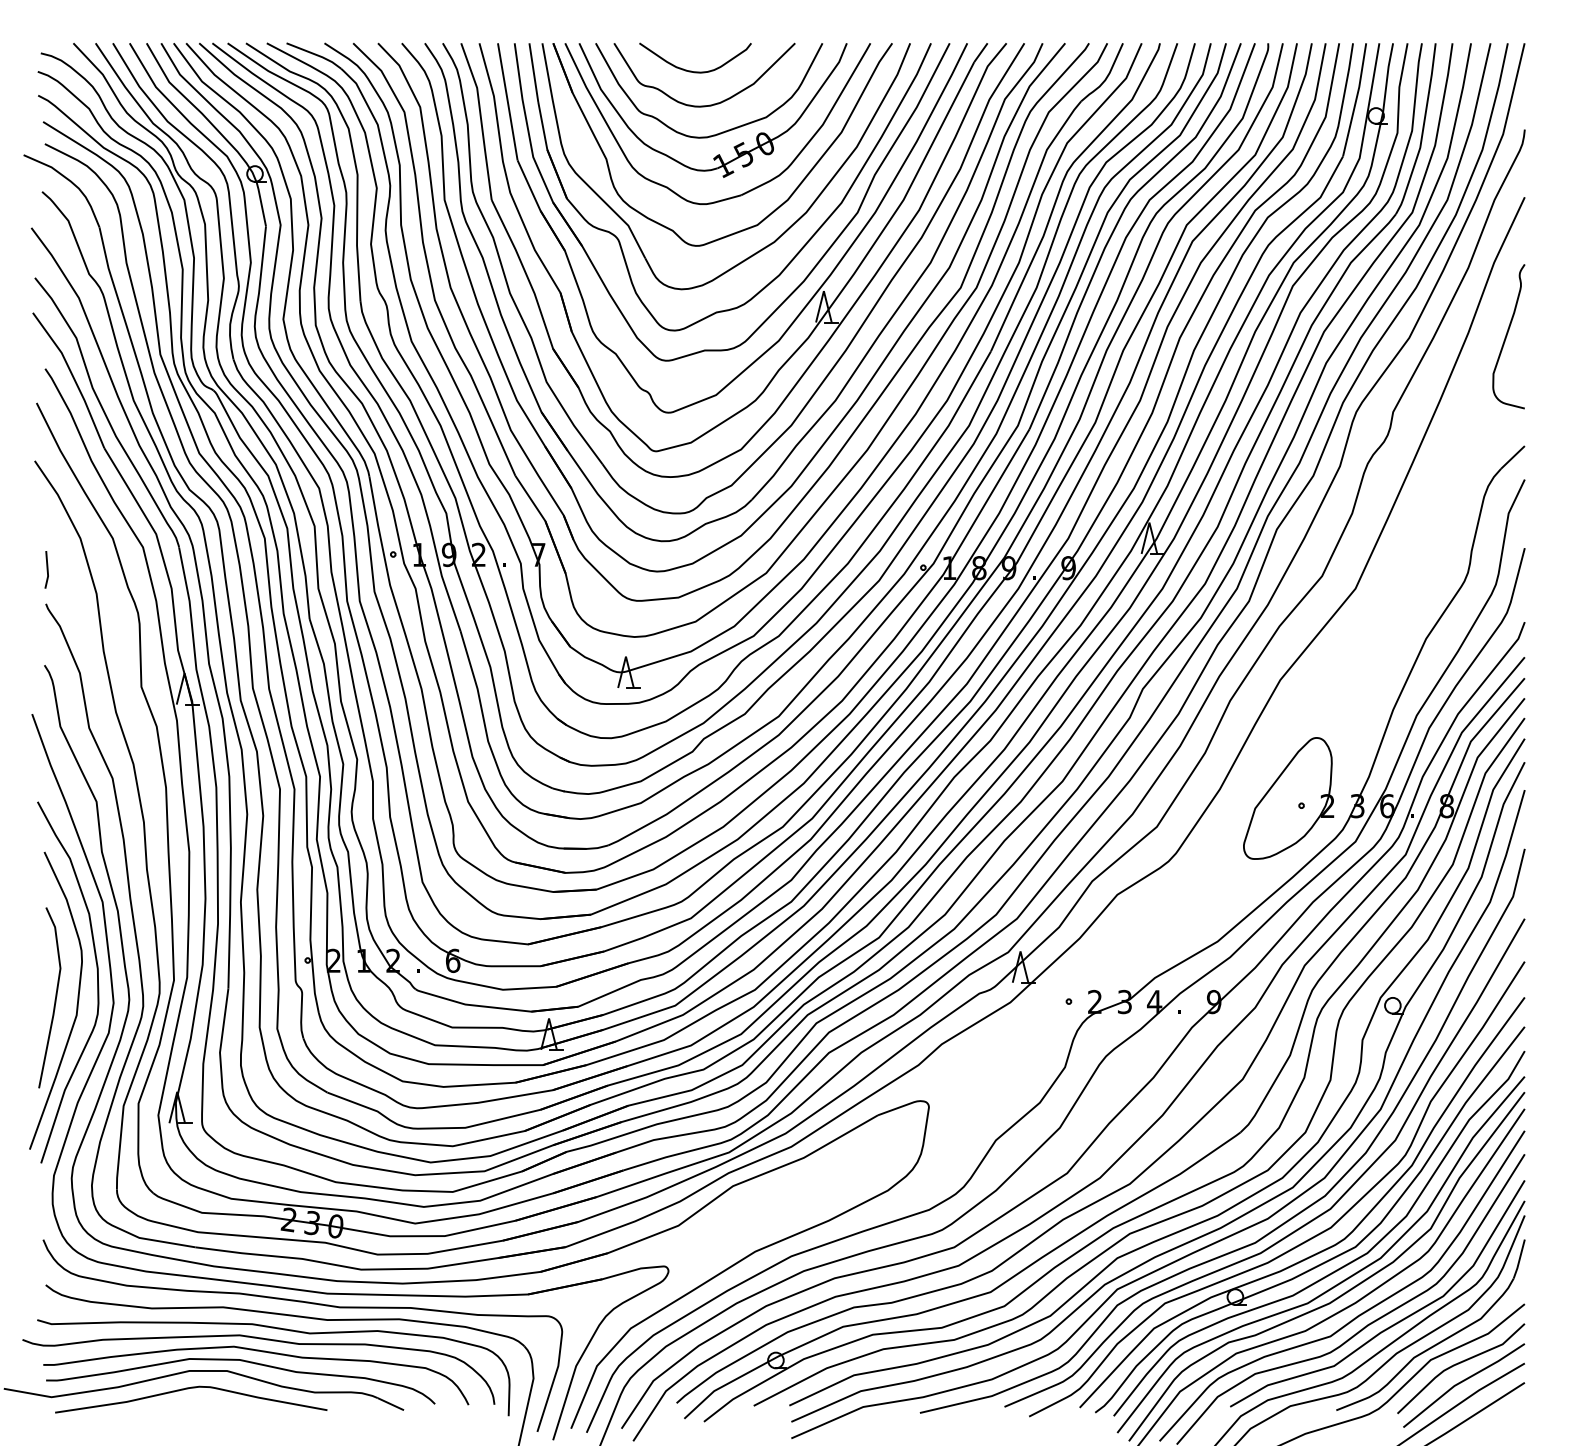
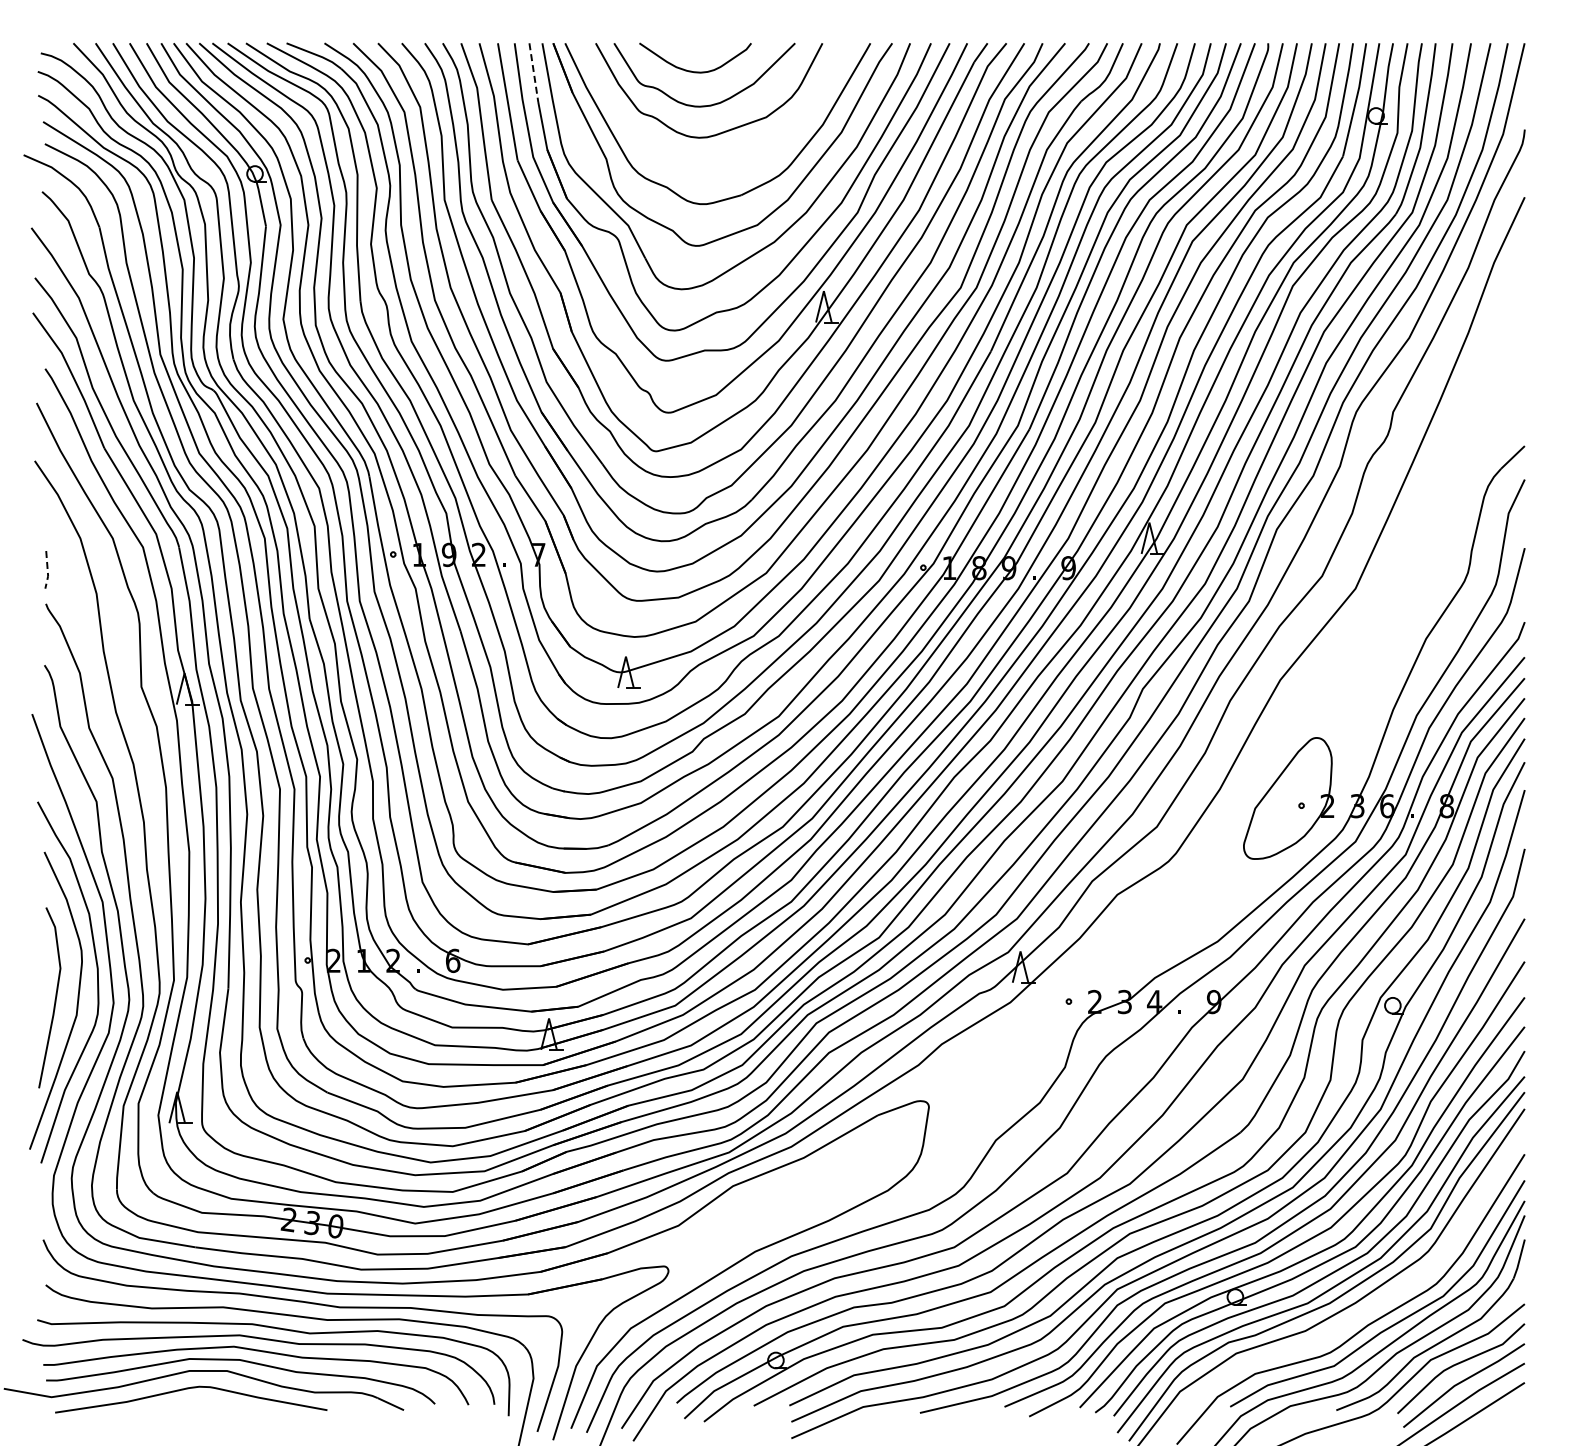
line at (533, 72): solid -> dashed
part at (733, 146): present -> none
curve at (1507, 336): present -> none
line at (47, 570): solid -> dashed
curve at (1360, 1313): present -> none
